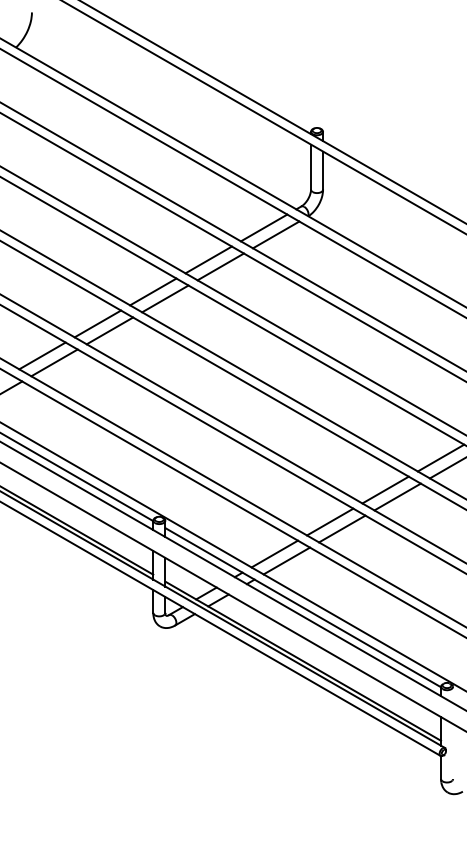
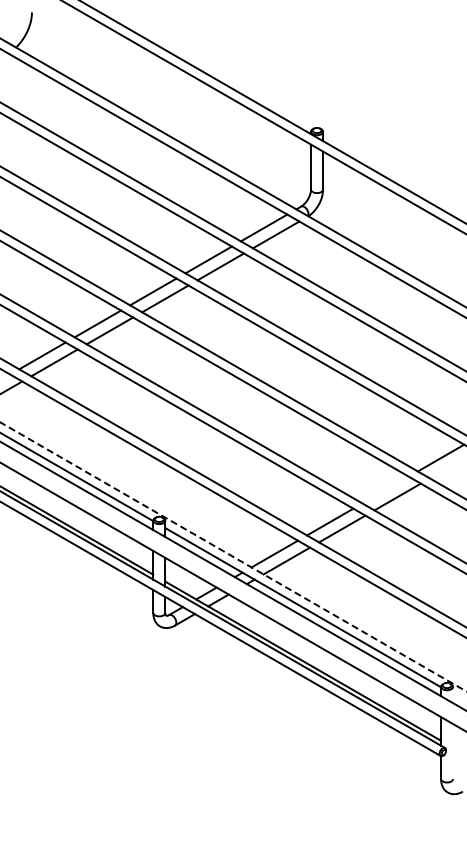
line at (446, 468): present -> none
line at (385, 489): present -> none
line at (233, 557): solid -> dashed
